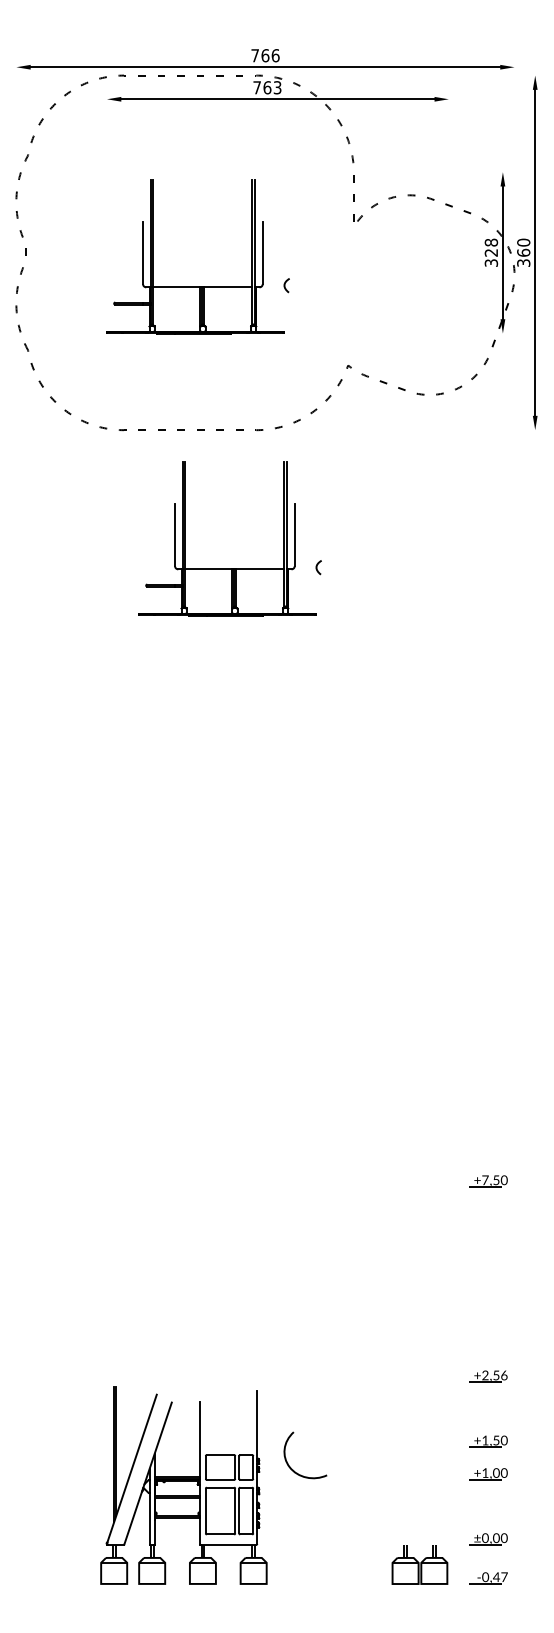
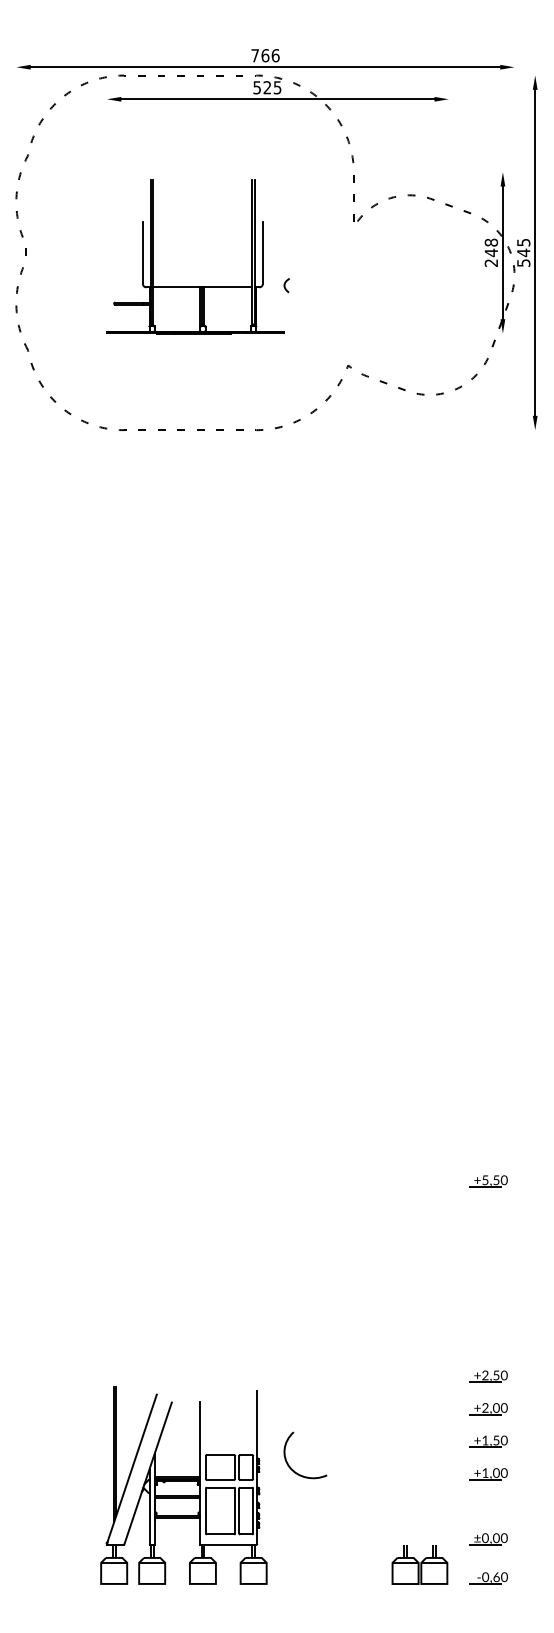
text at (267, 87): 763 -> 525
text at (523, 252): 360 -> 545
text at (491, 257): 328 -> 248
part at (229, 568): present -> none
text at (485, 1180): +7,50 -> +5,50
text at (503, 1374): +2,56 -> +2,50
part at (488, 1409): none -> present
text at (500, 1577): -0,47 -> -0,60
